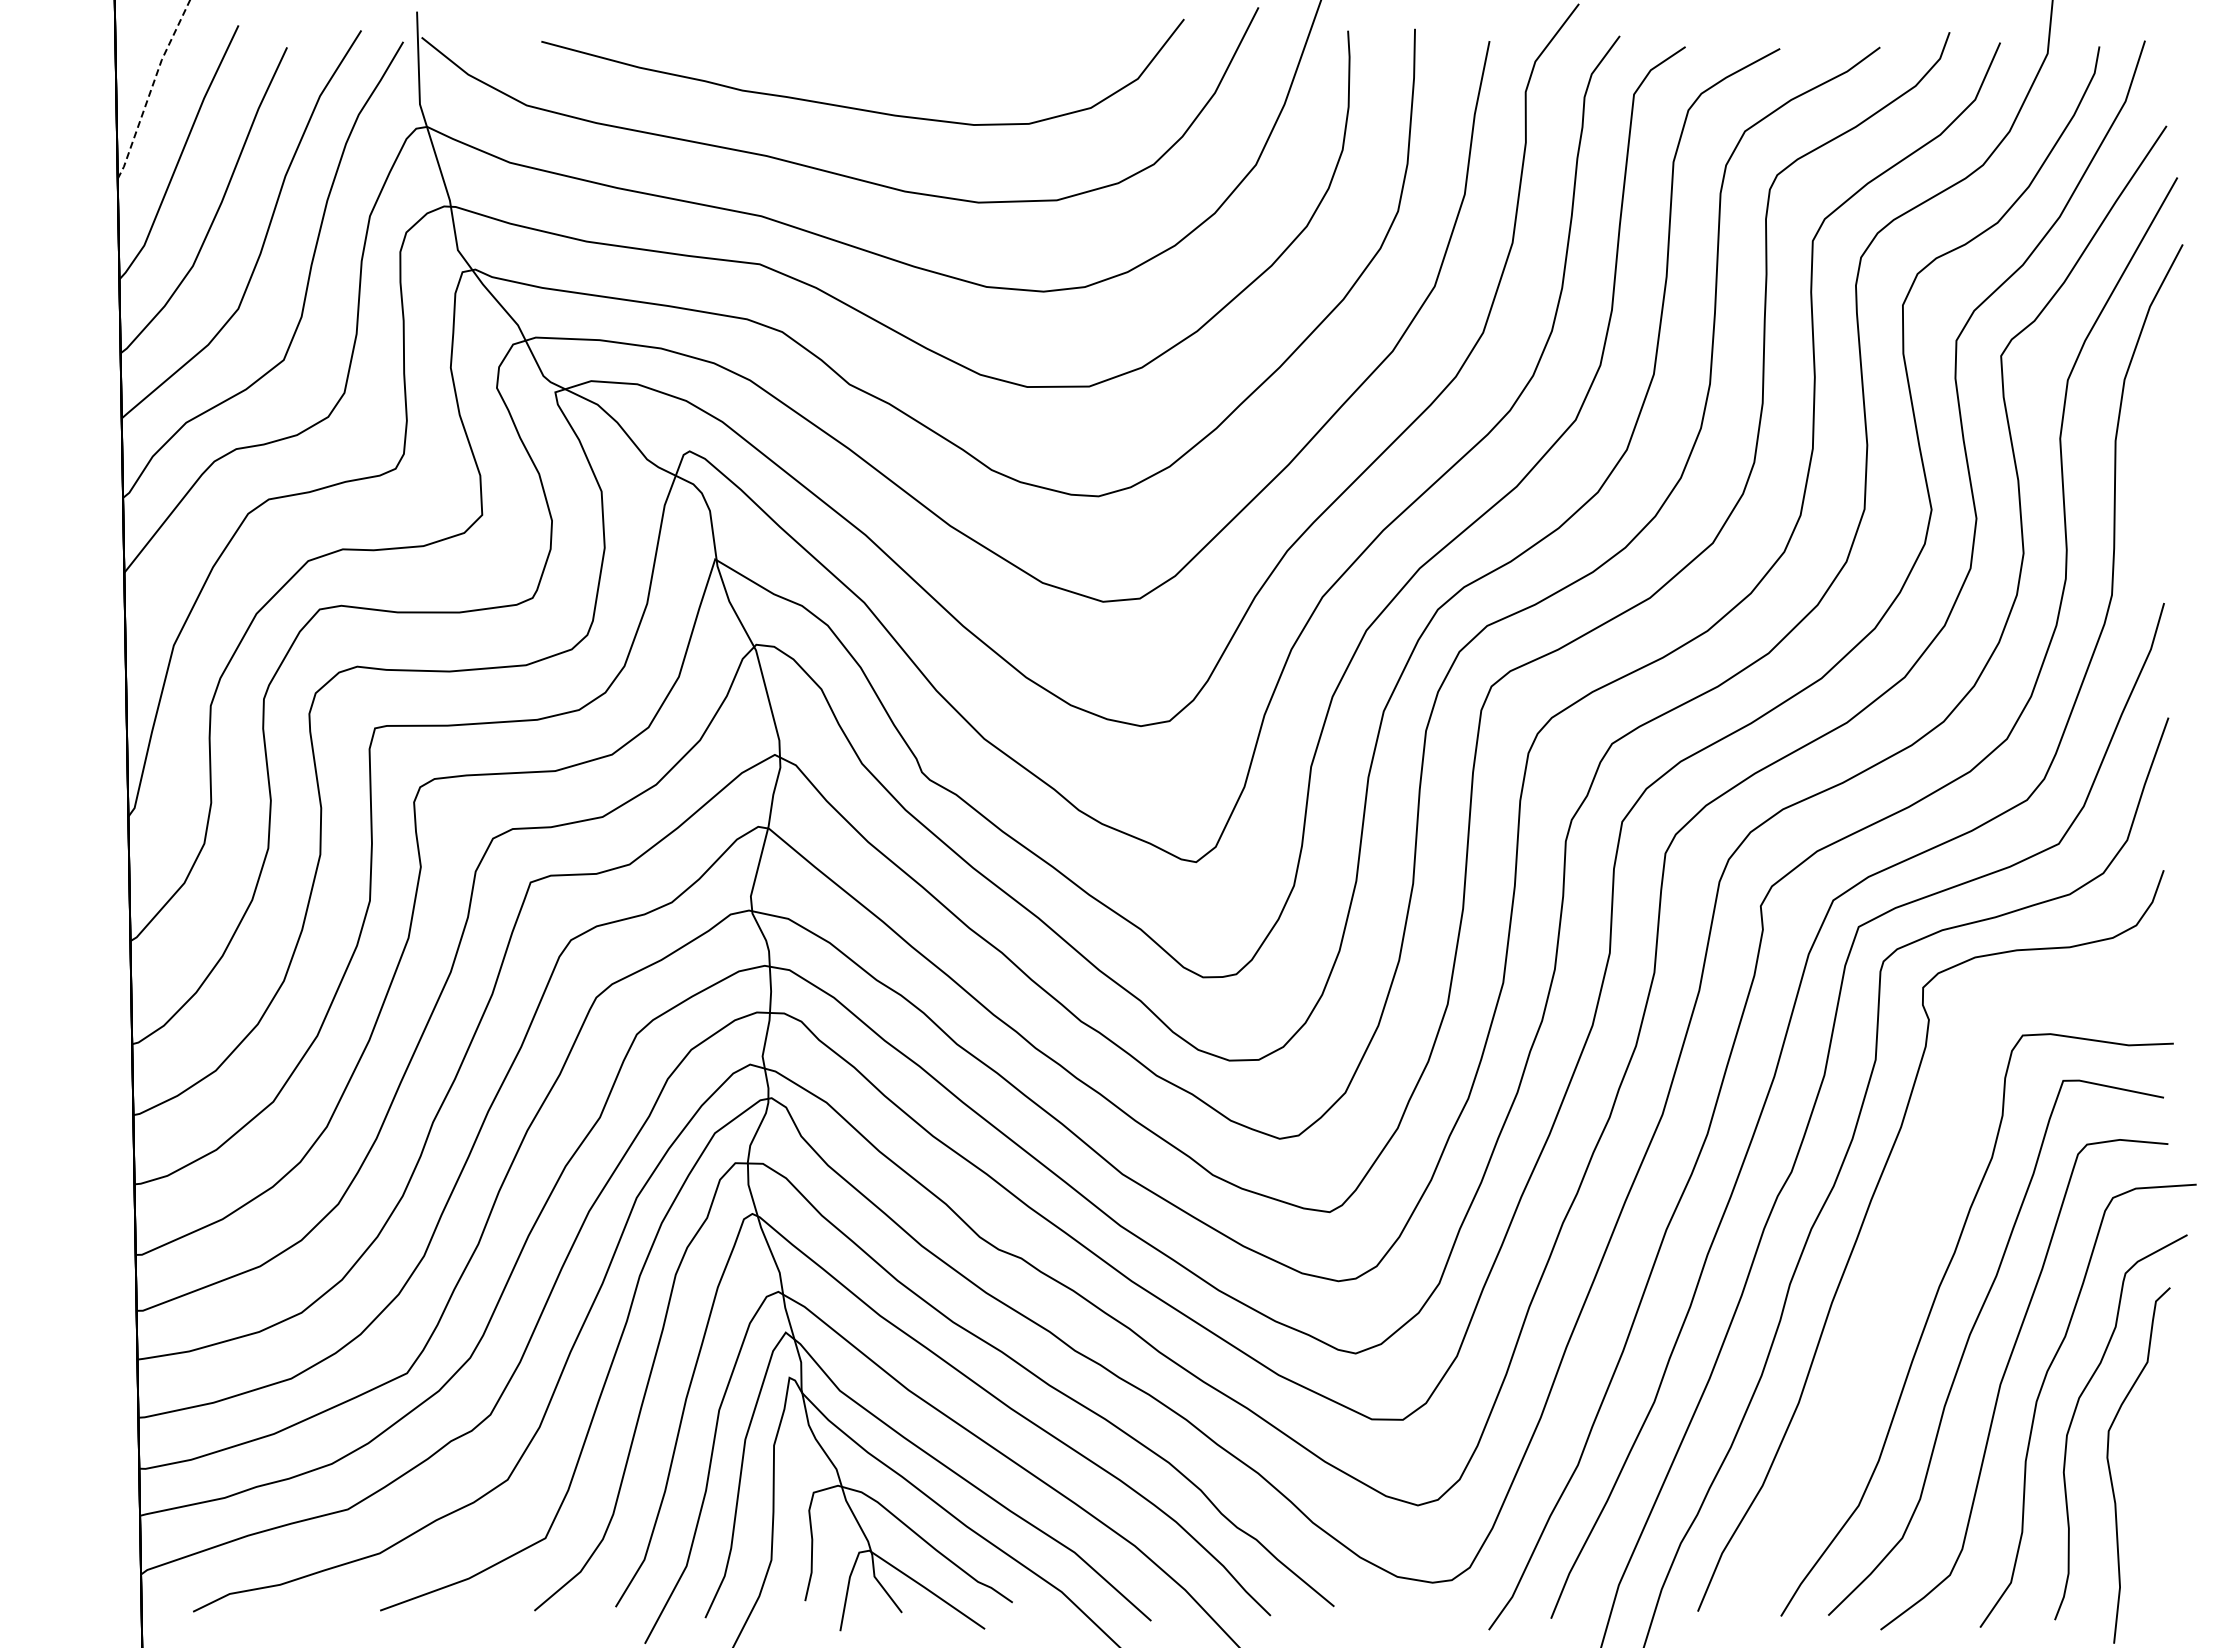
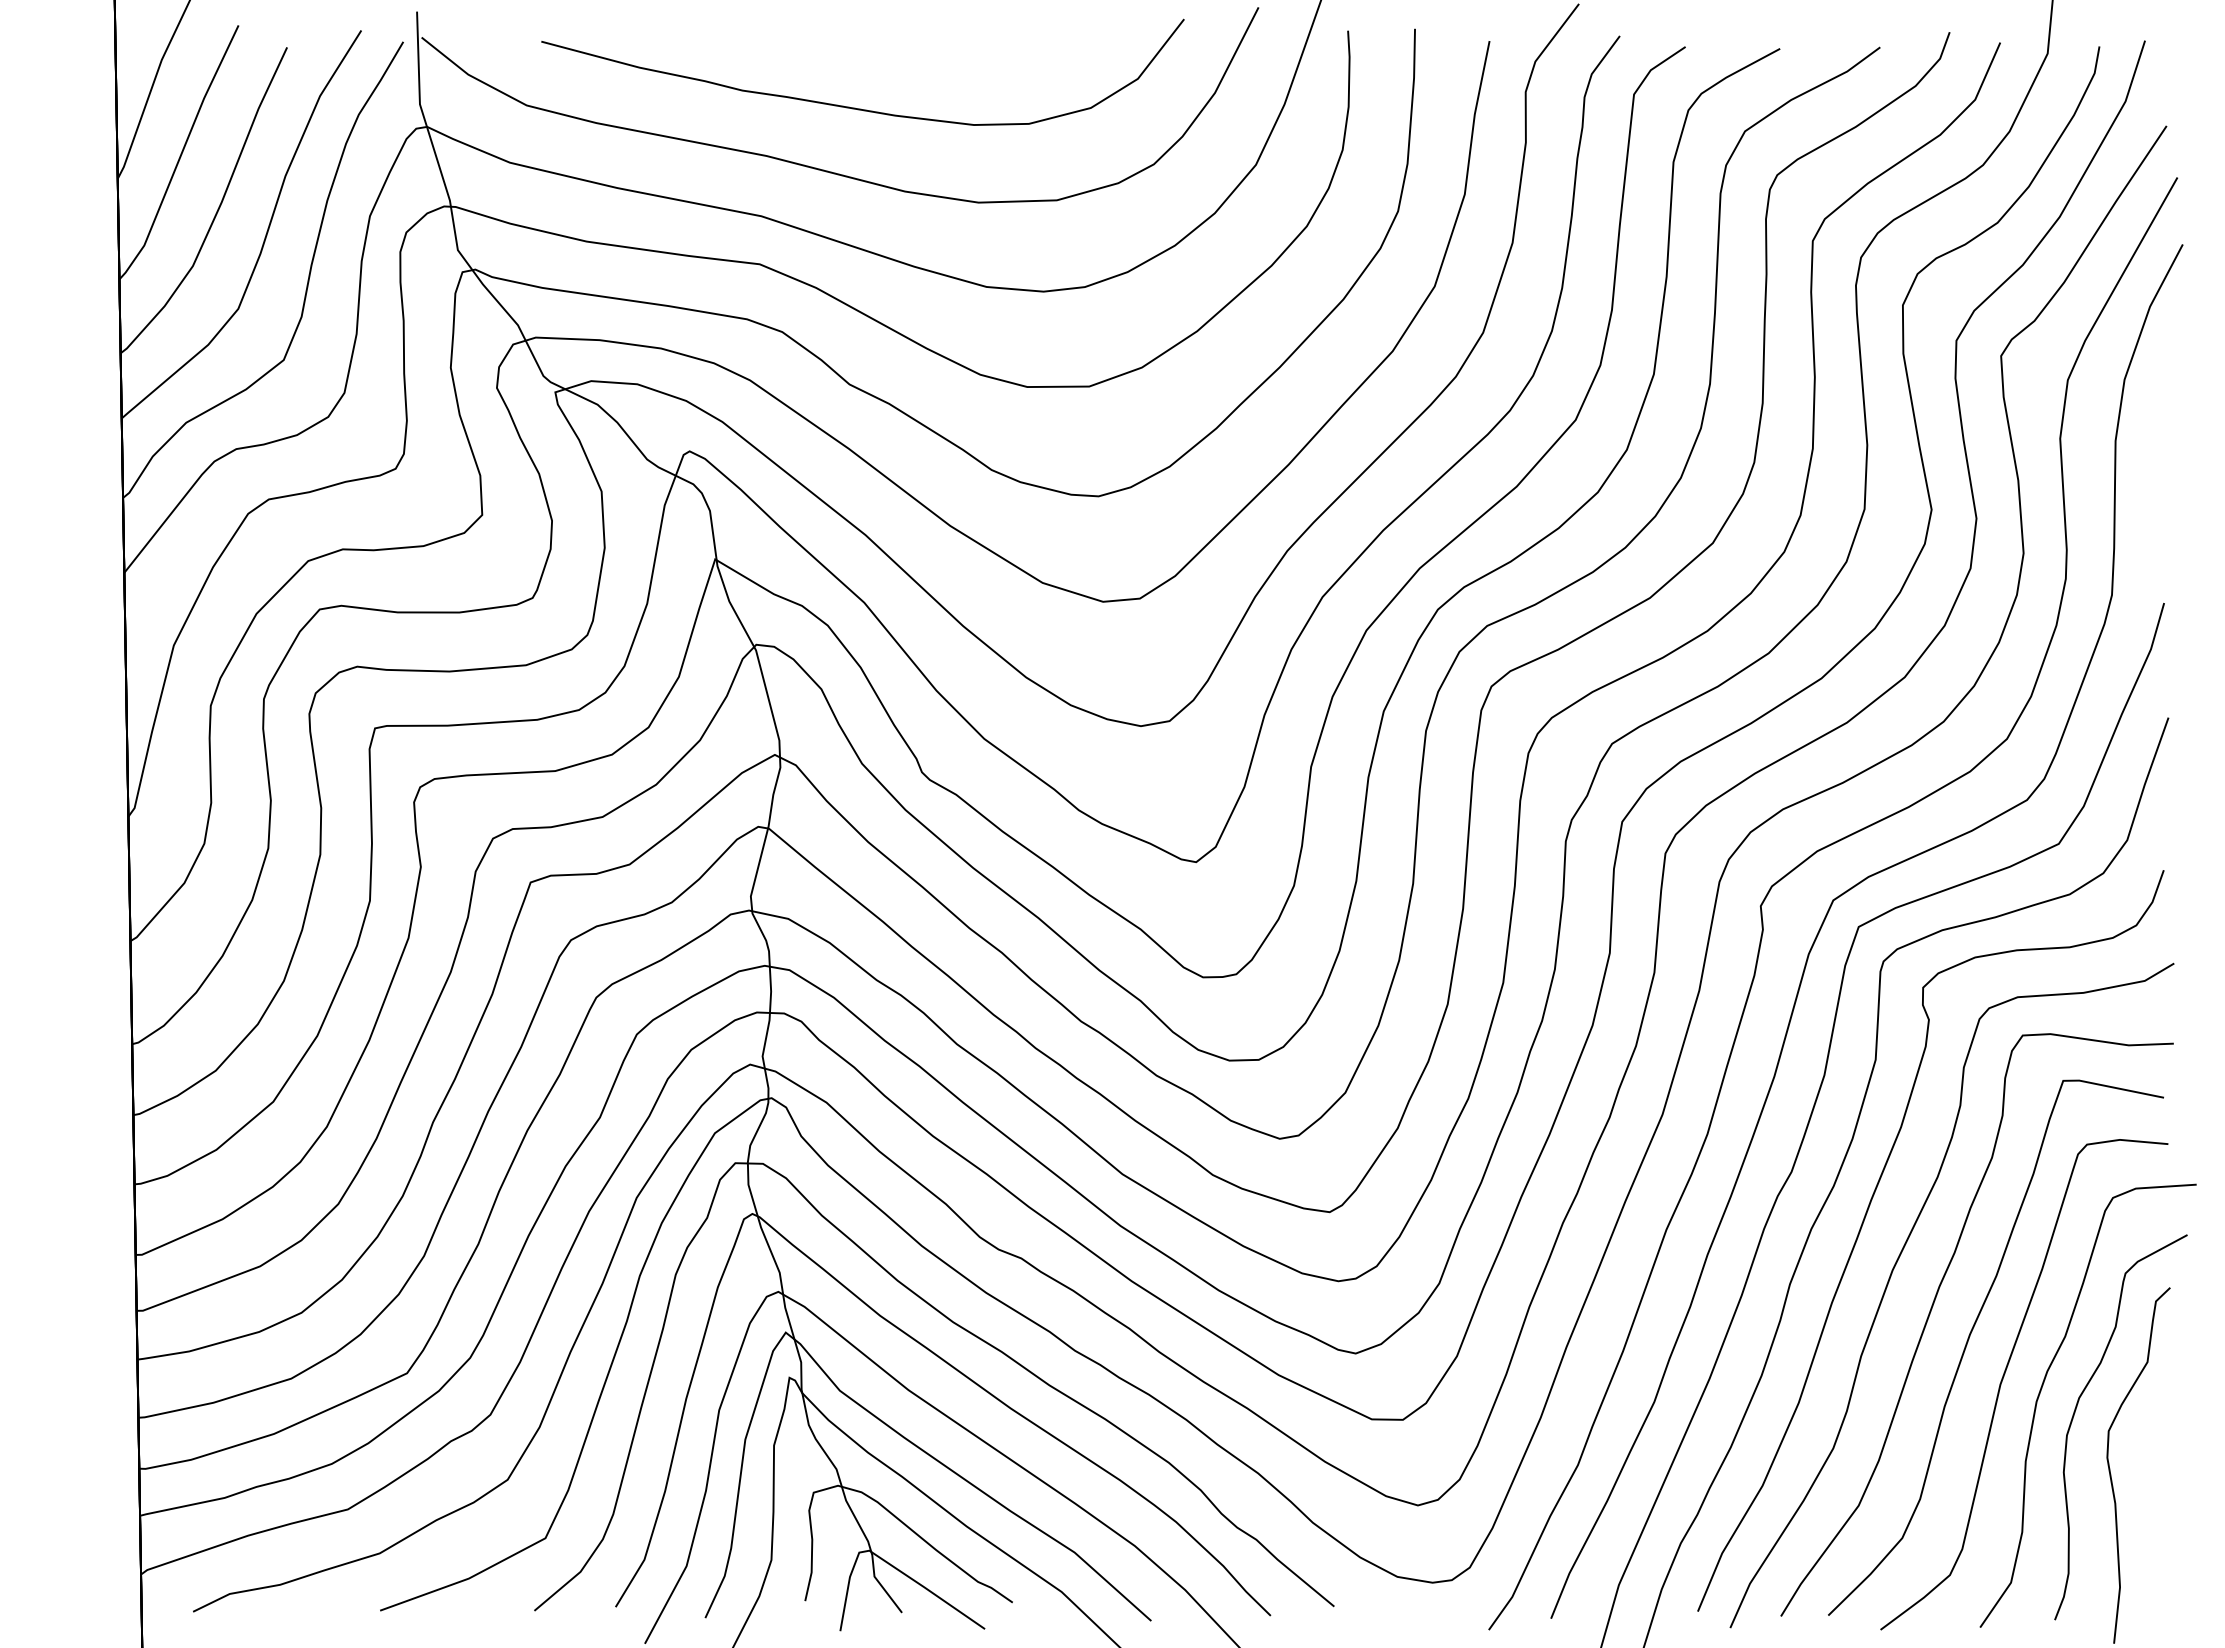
line at (151, 89): dashed -> solid
curve at (1892, 1274): none -> present
